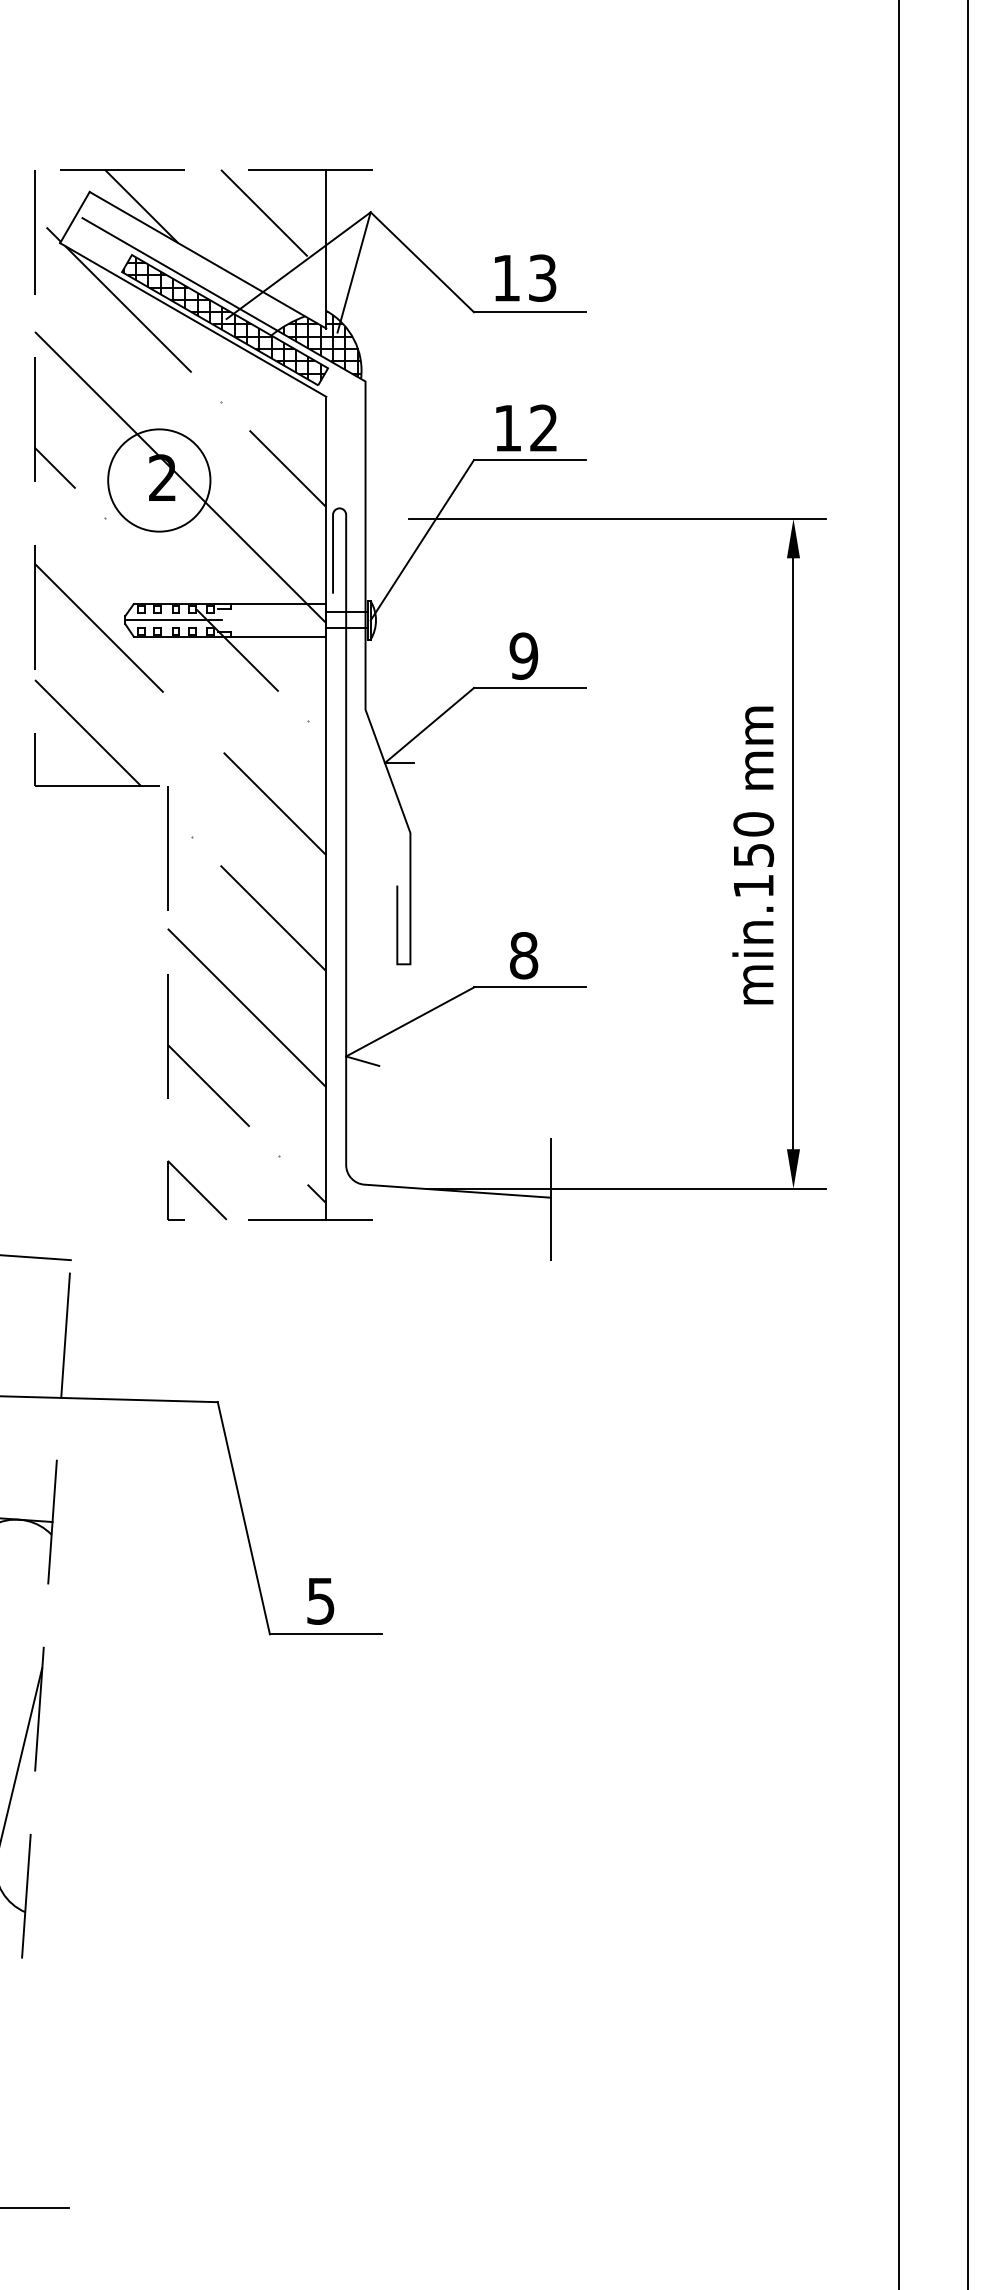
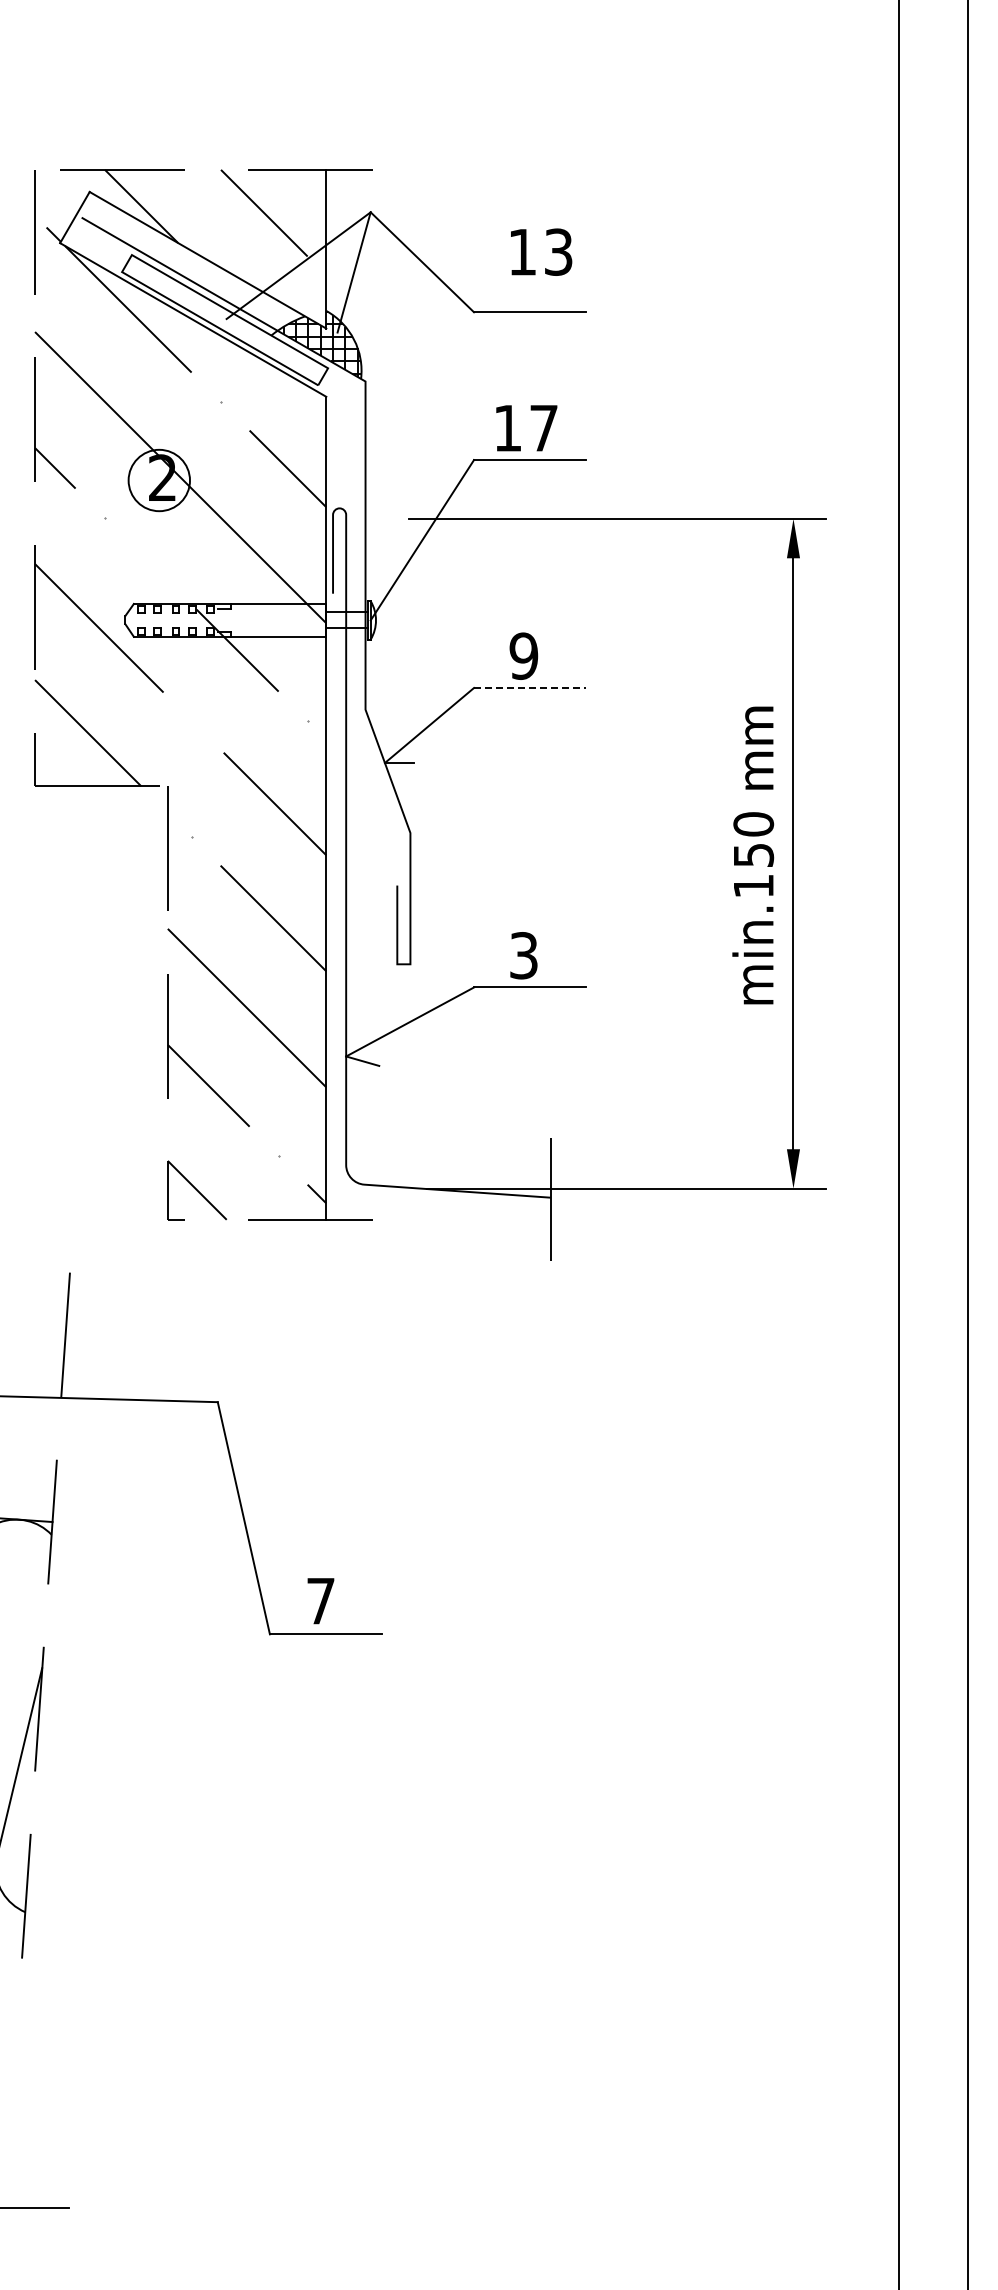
text at (525, 277) position: (525, 277) -> (541, 251)
hatch at (223, 318): present -> none
text at (543, 427): 12 -> 17
circle at (159, 480) diameter: 102 px -> 61 px
line at (173, 620): present -> none
line at (529, 688): solid -> dashed
text at (524, 955): 8 -> 3
line at (36, 1257): present -> none
text at (320, 1601): 5 -> 7
